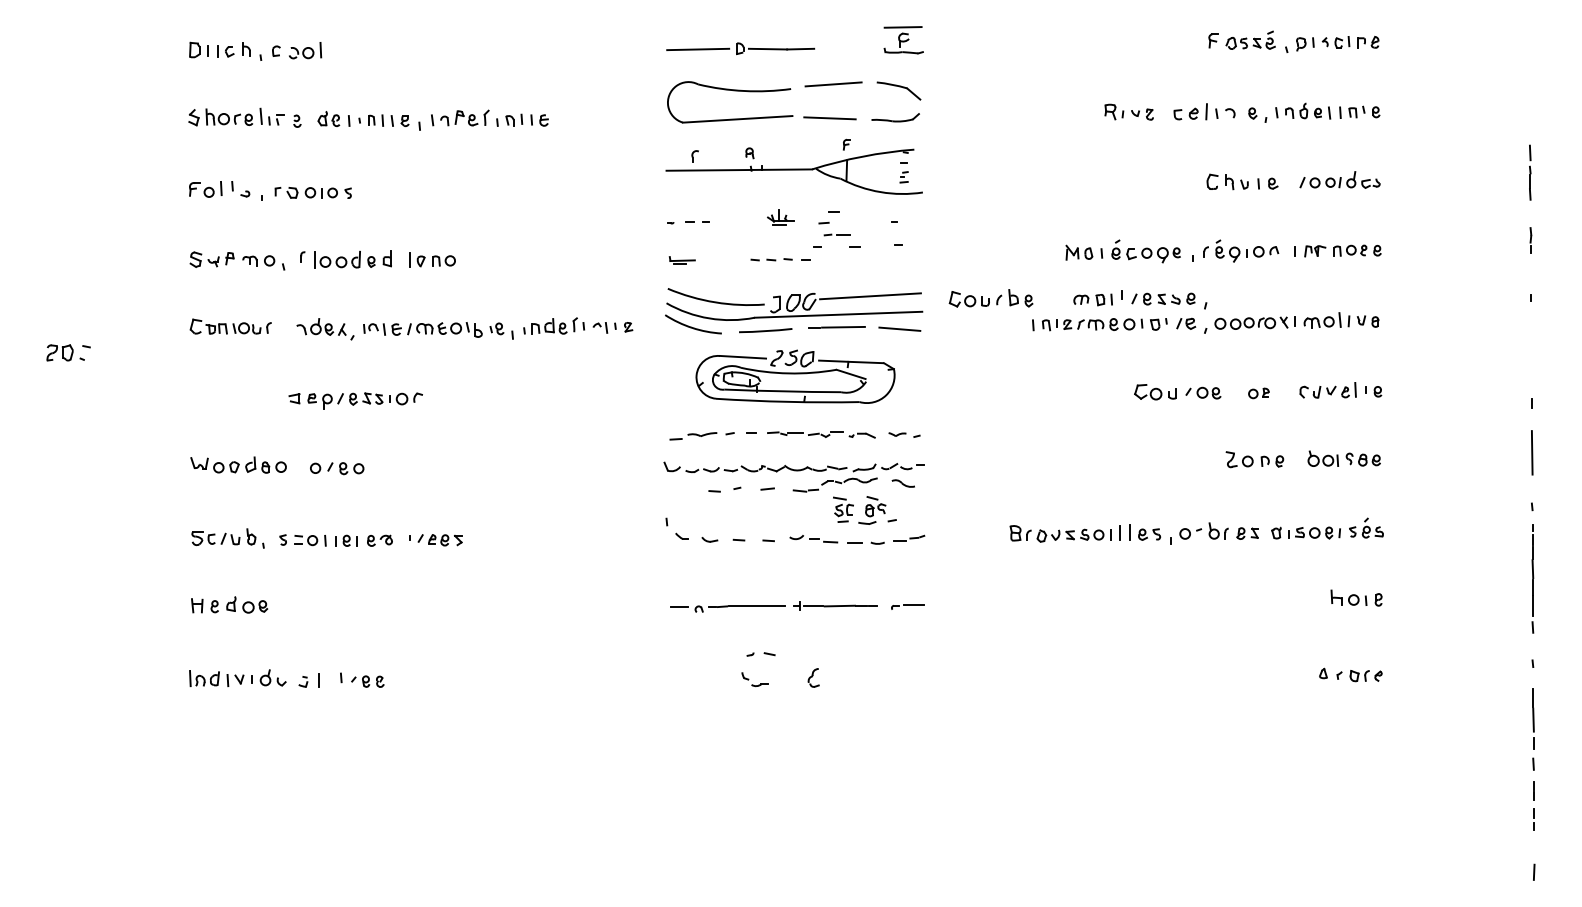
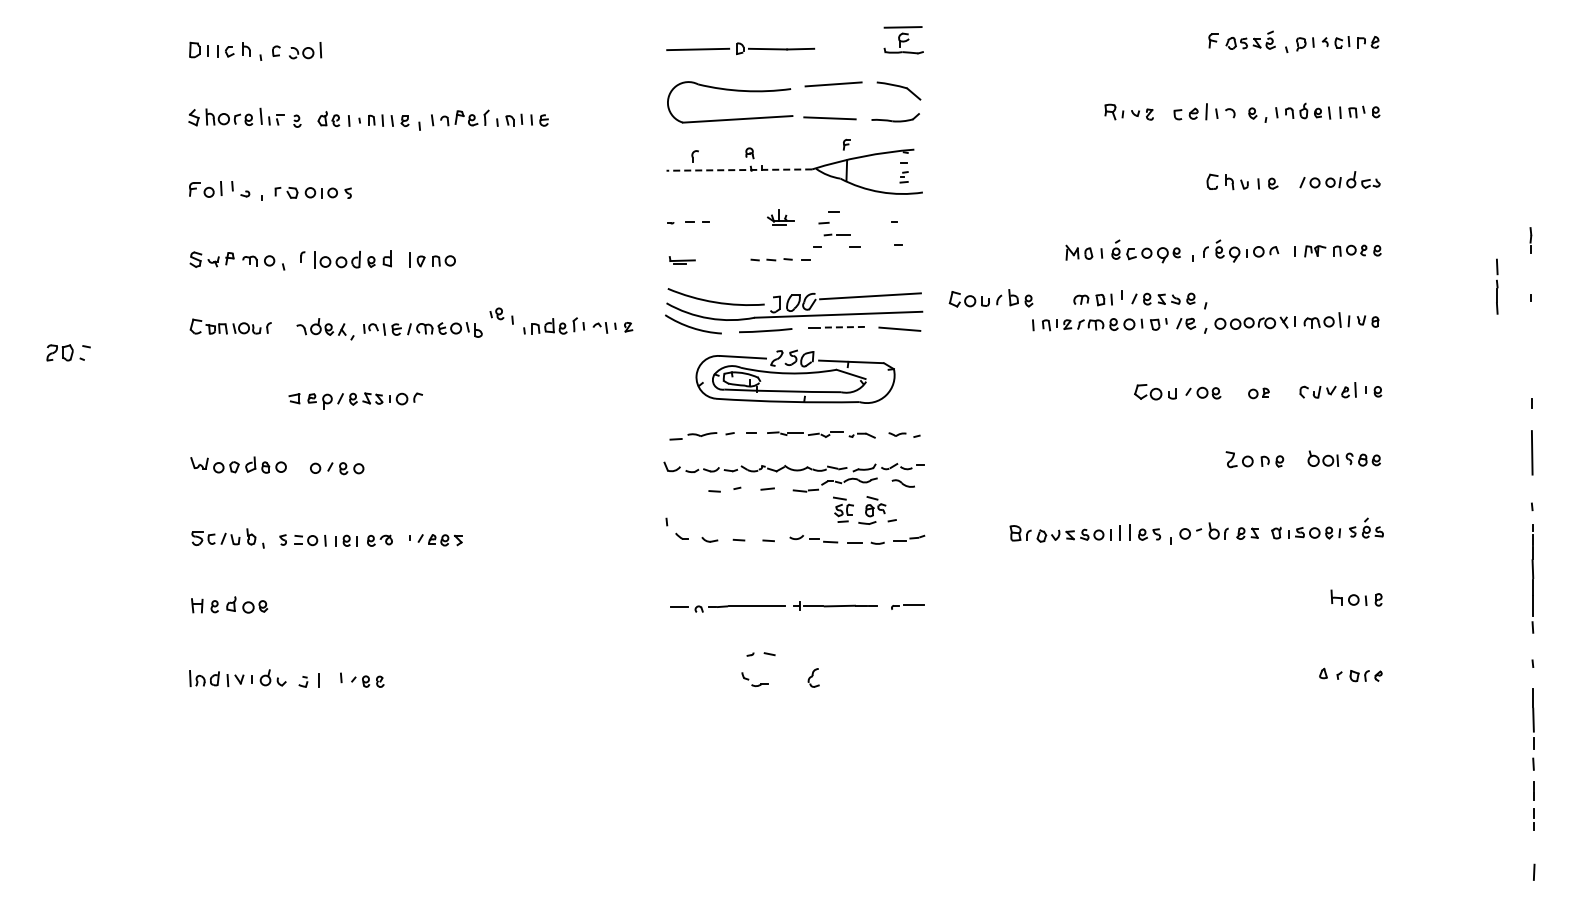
line at (739, 170): solid -> dashed
line at (1530, 172) position: (1530, 172) -> (1497, 286)
line at (843, 327): solid -> dashed
part at (501, 330) position: (501, 330) -> (501, 315)
